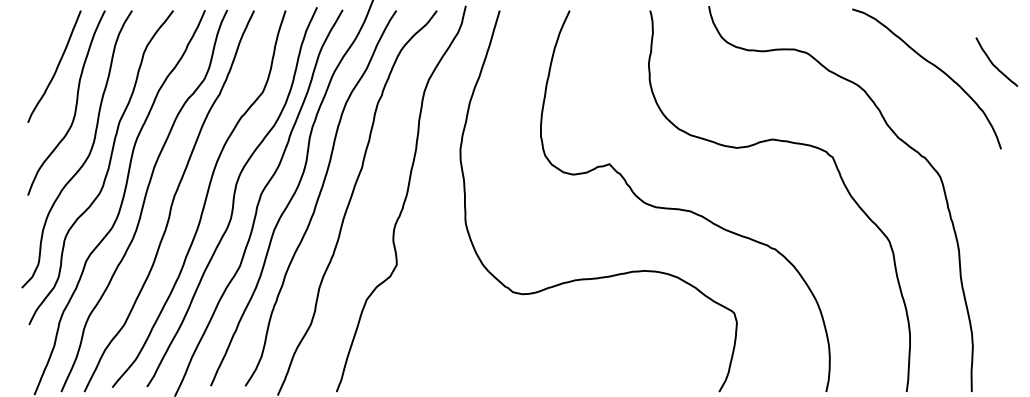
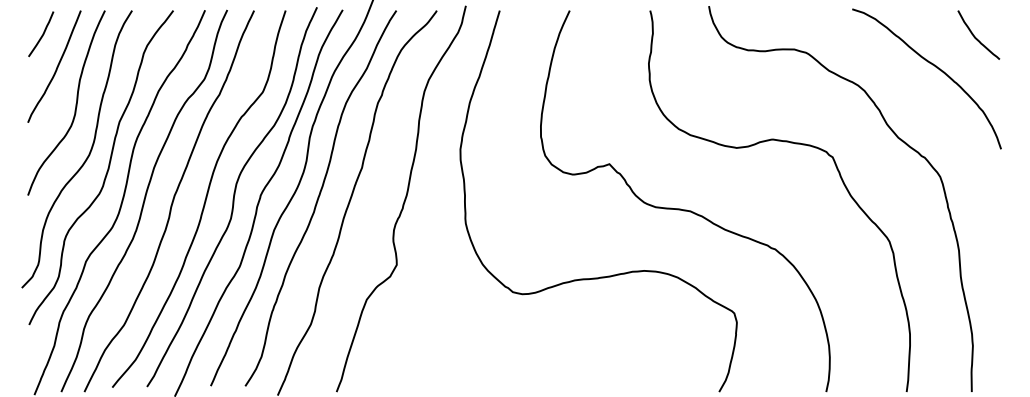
curve at (42, 34): none -> present
curve at (993, 63) position: (993, 63) -> (975, 36)
